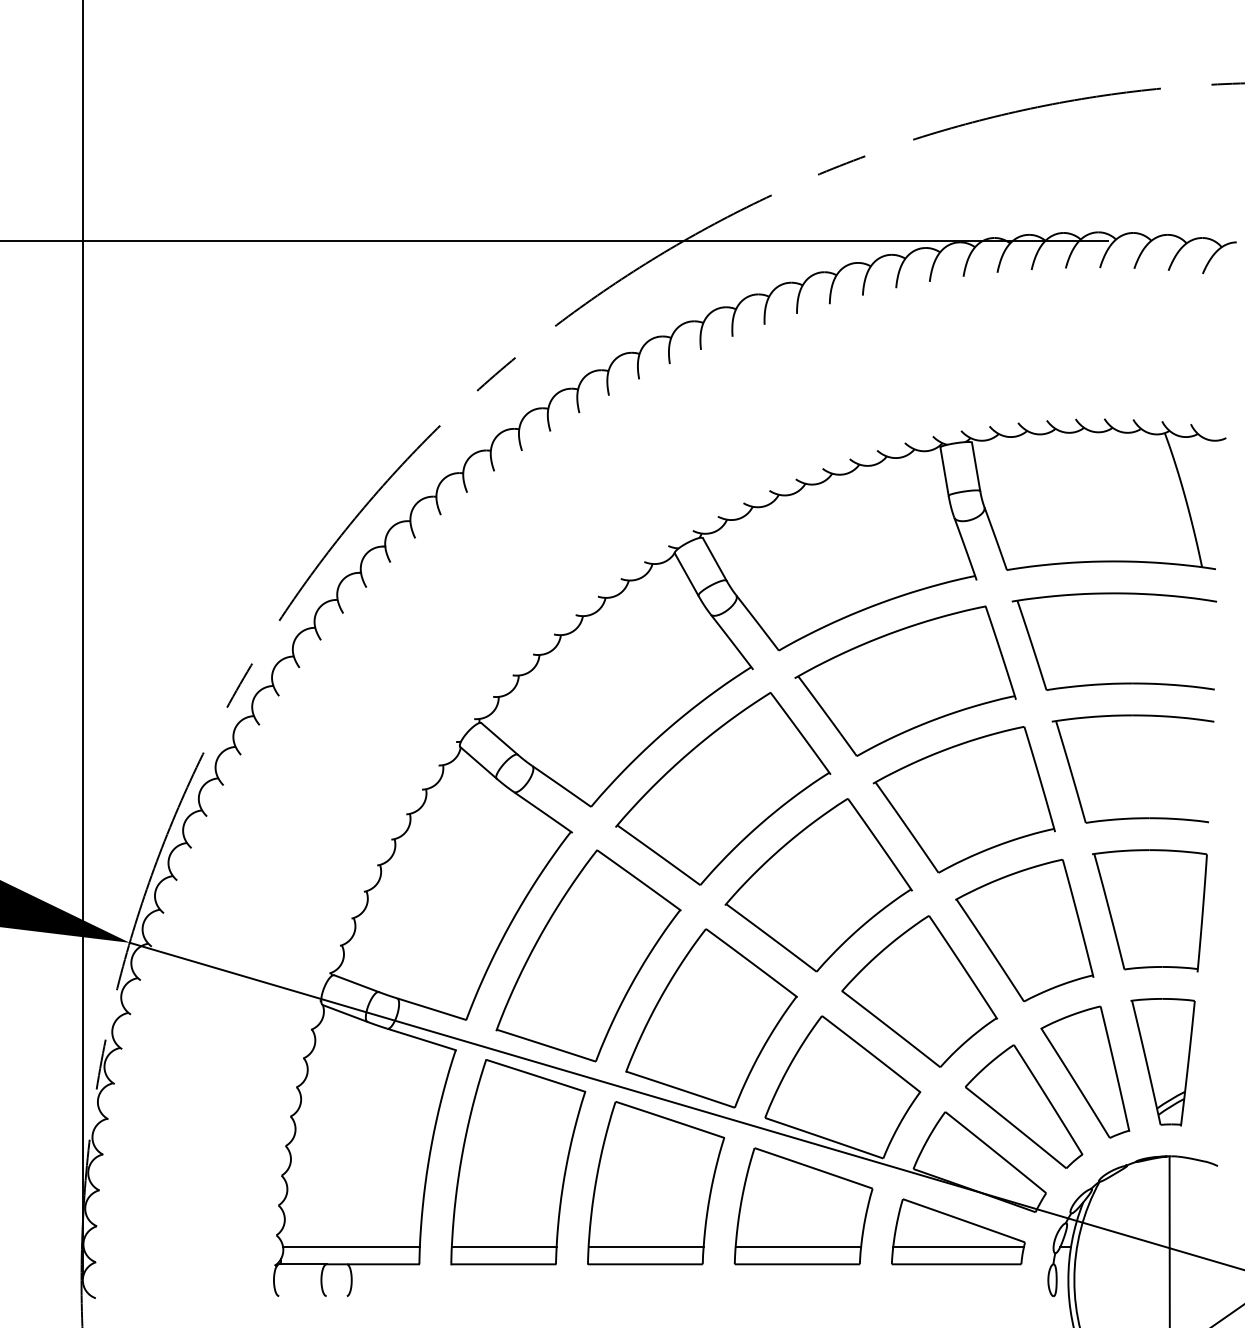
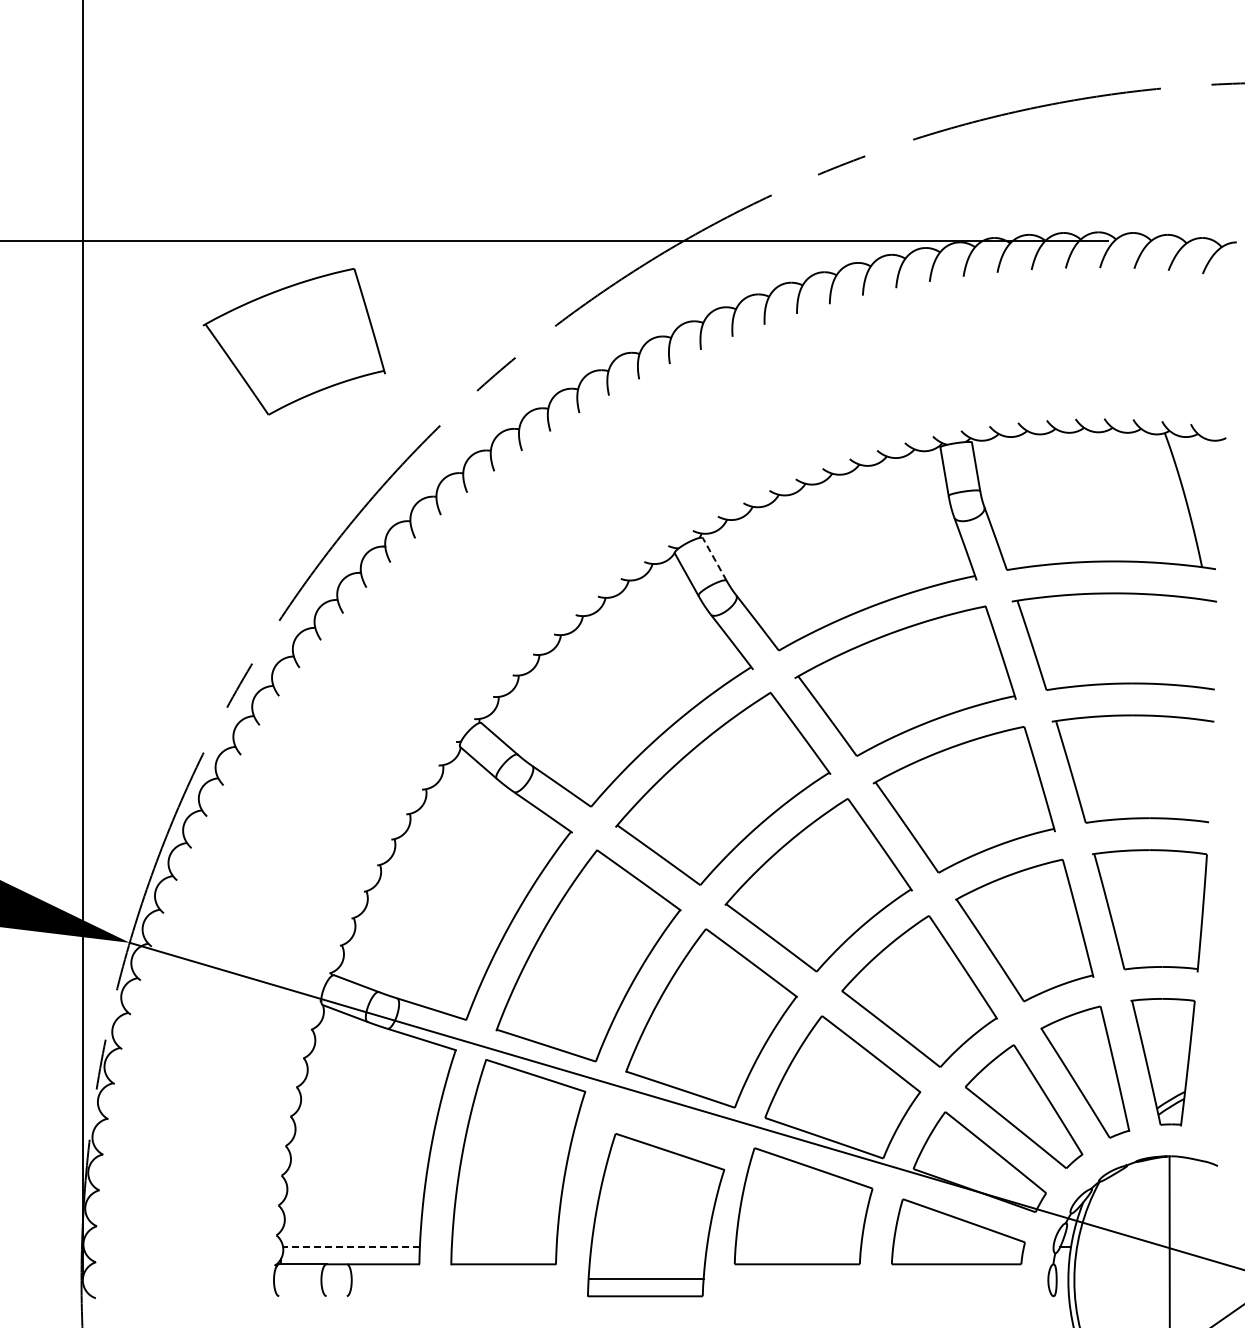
part at (293, 341): none -> present
line at (714, 559): solid -> dashed
part at (655, 1183) position: (655, 1183) -> (655, 1215)
line at (350, 1246): solid -> dashed
line at (503, 1246): present -> none
line at (798, 1246): present -> none
line at (958, 1246): present -> none
